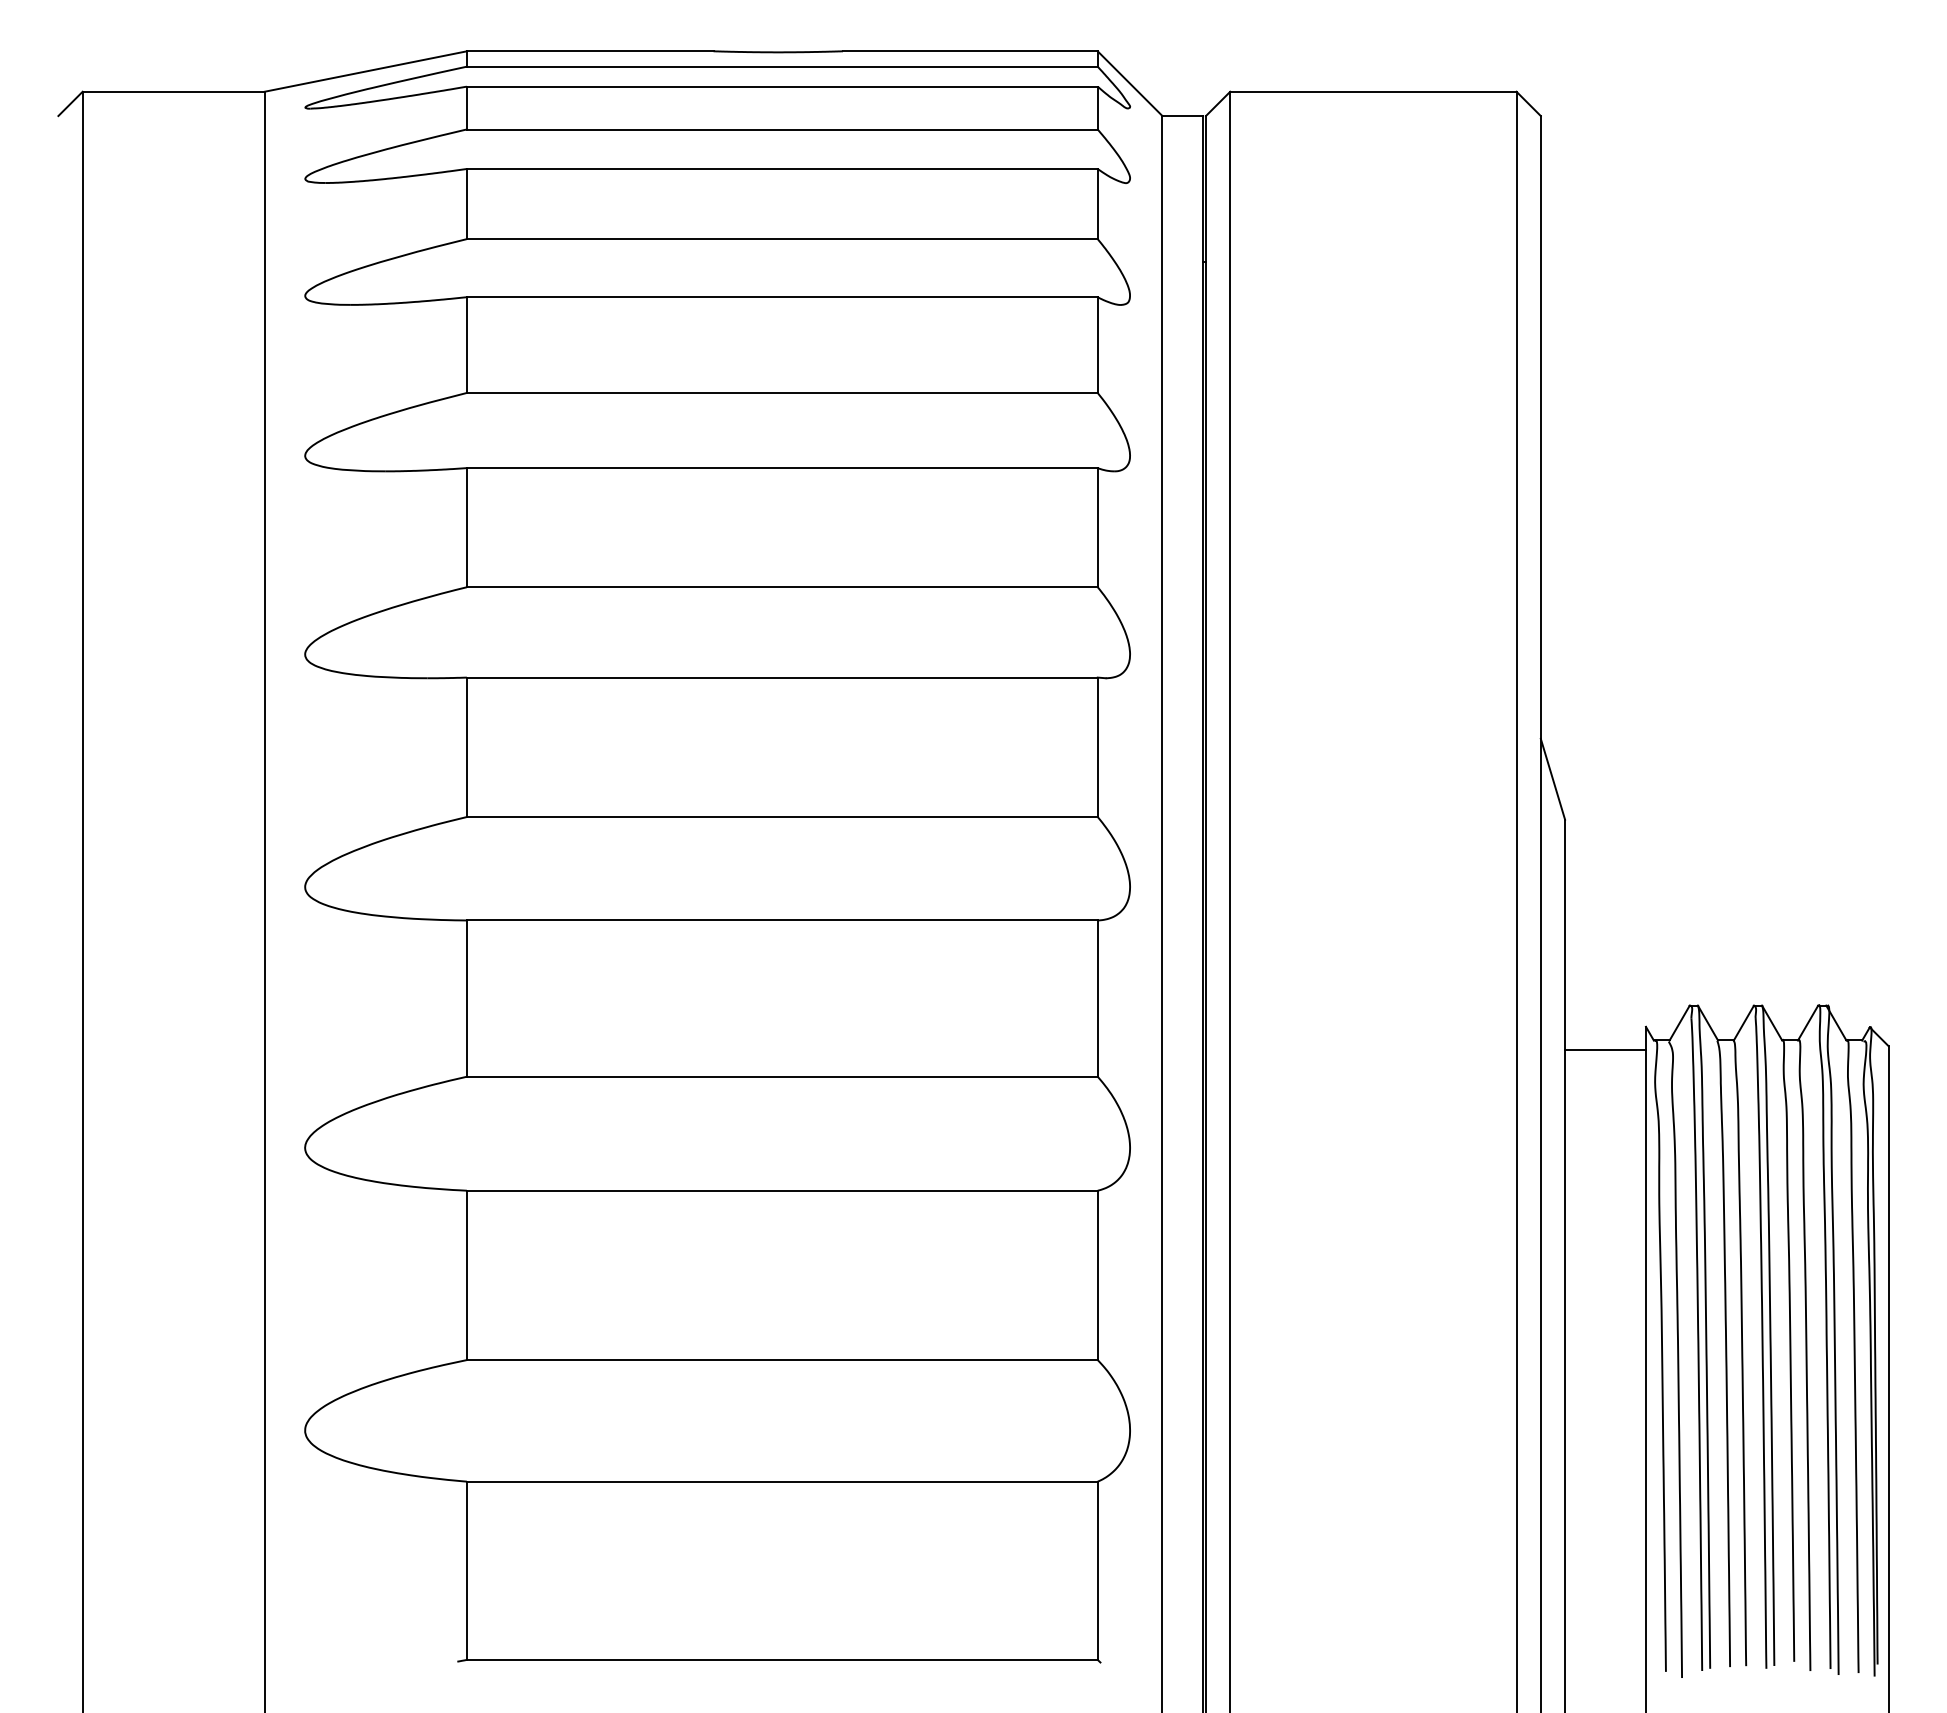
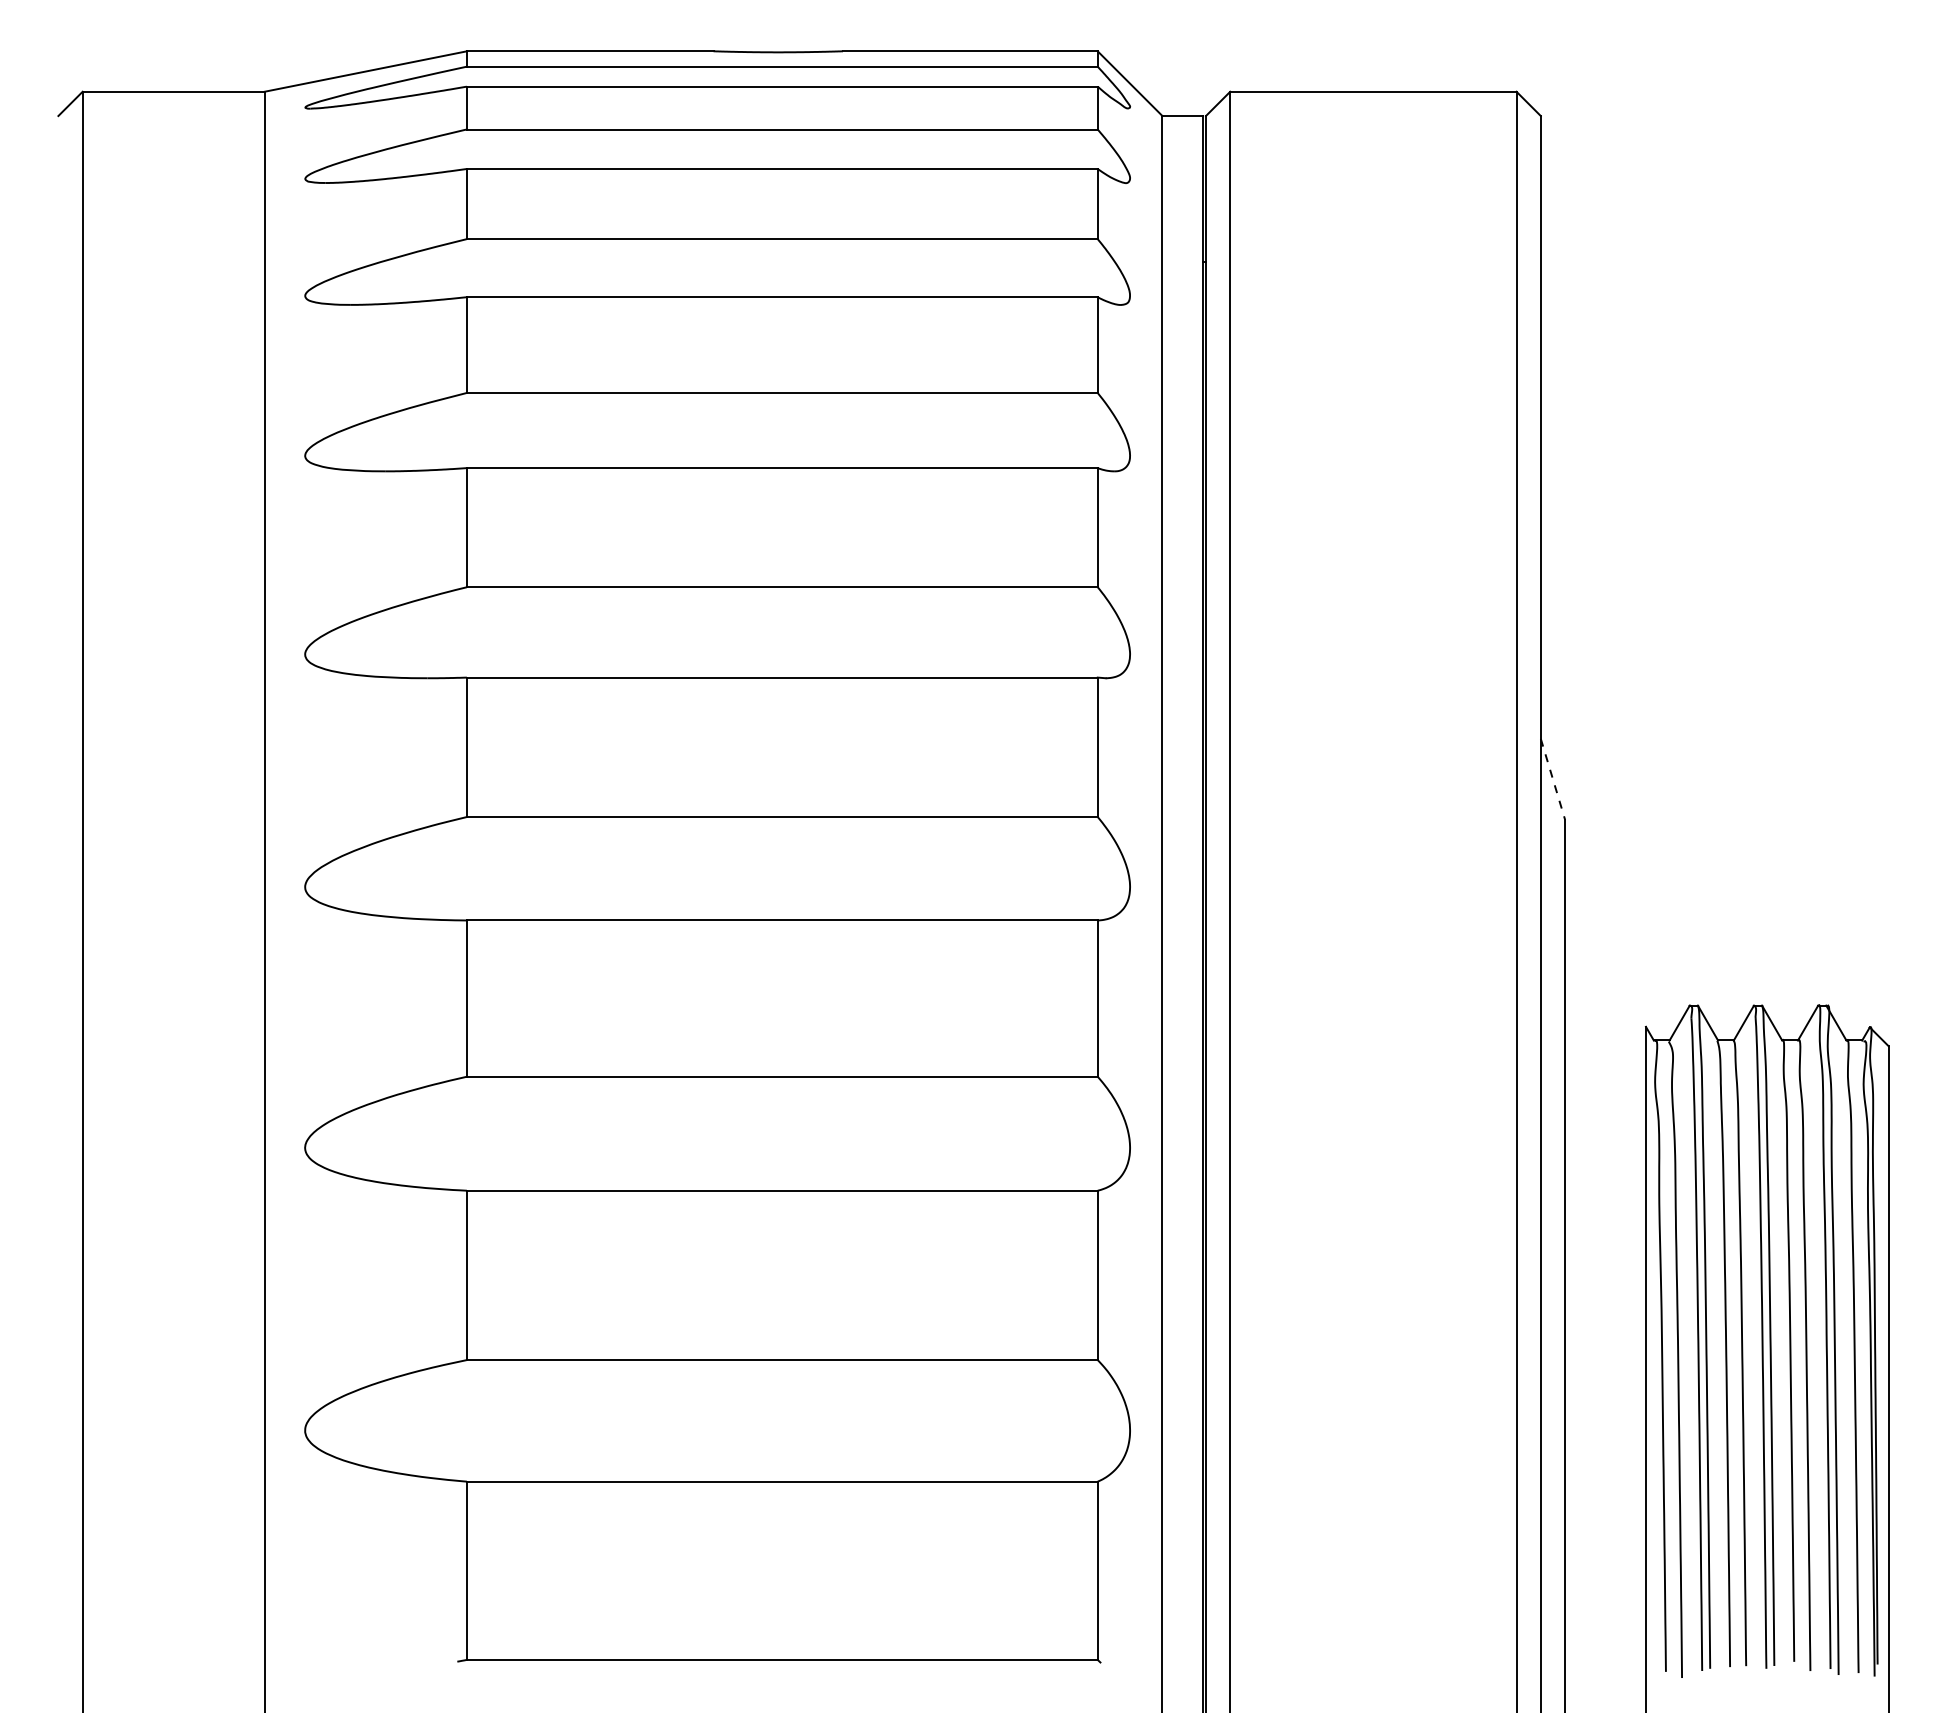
line at (1553, 779): solid -> dashed
line at (1605, 1050): present -> none
